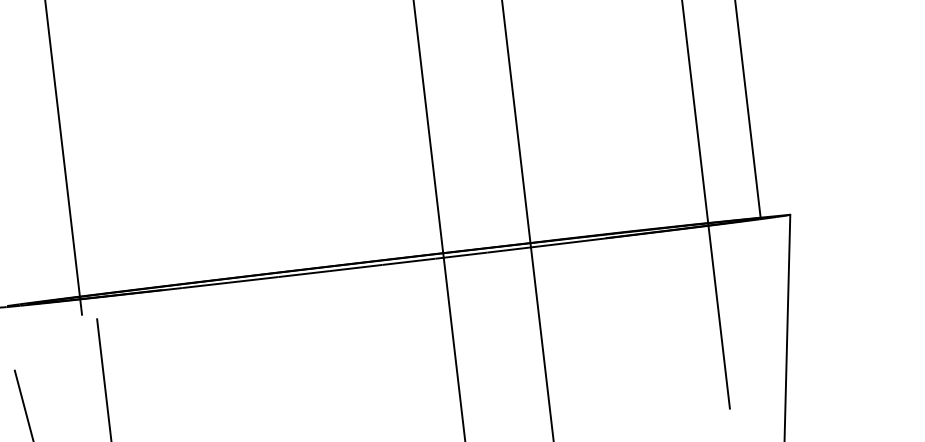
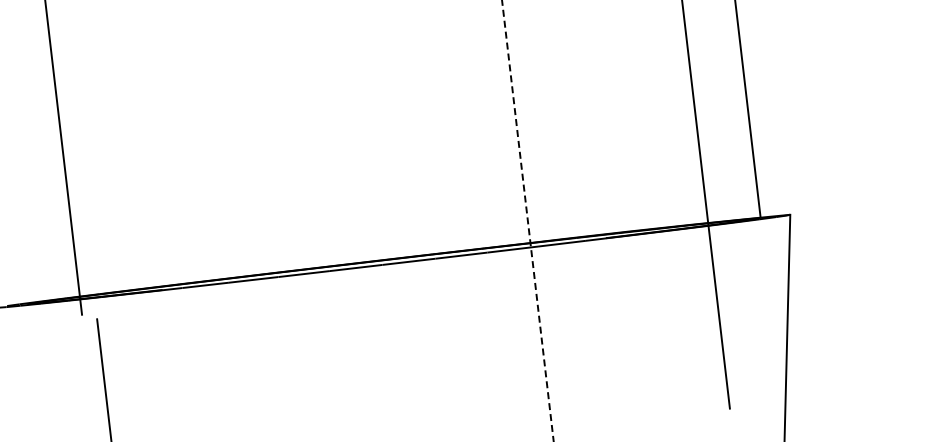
line at (438, 220): present -> none
line at (527, 220): solid -> dashed
line at (23, 403): present -> none
